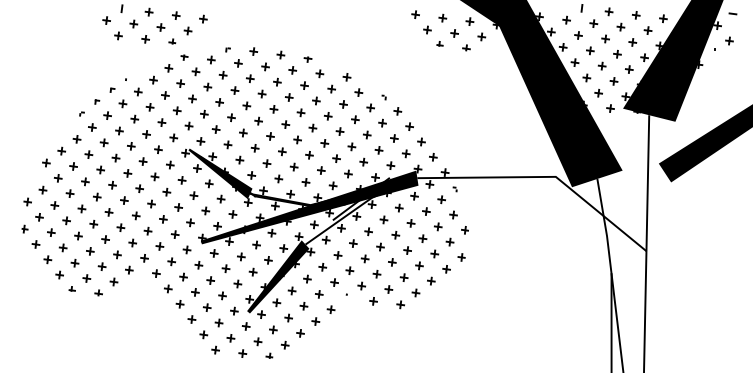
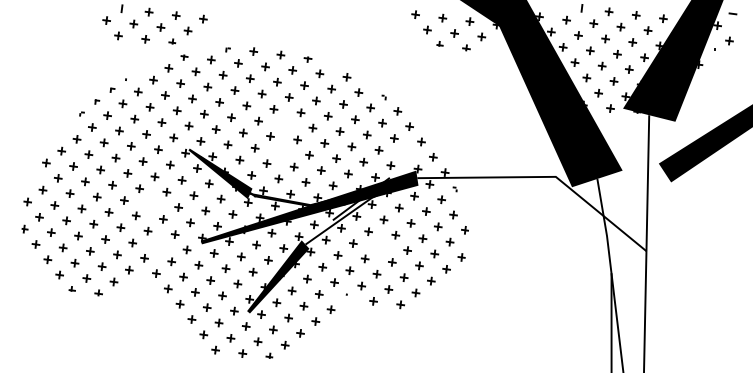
part at (285, 124): present -> none
part at (282, 151): present -> none
part at (405, 153): present -> none
part at (151, 203): present -> none
part at (159, 246): present -> none
part at (380, 246): present -> none
